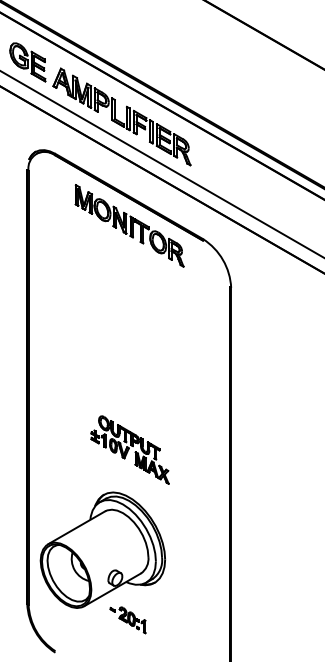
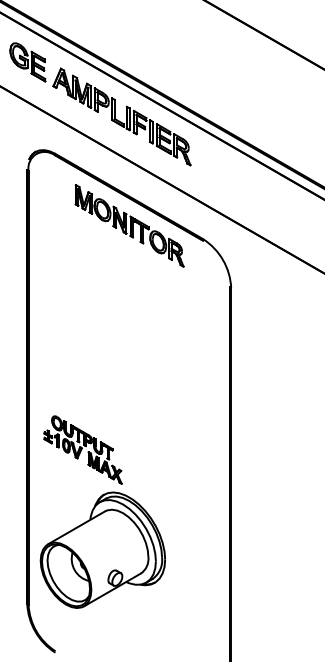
line at (161, 164): present -> none
part at (129, 449) position: (129, 449) -> (82, 449)
part at (127, 620): present -> none
